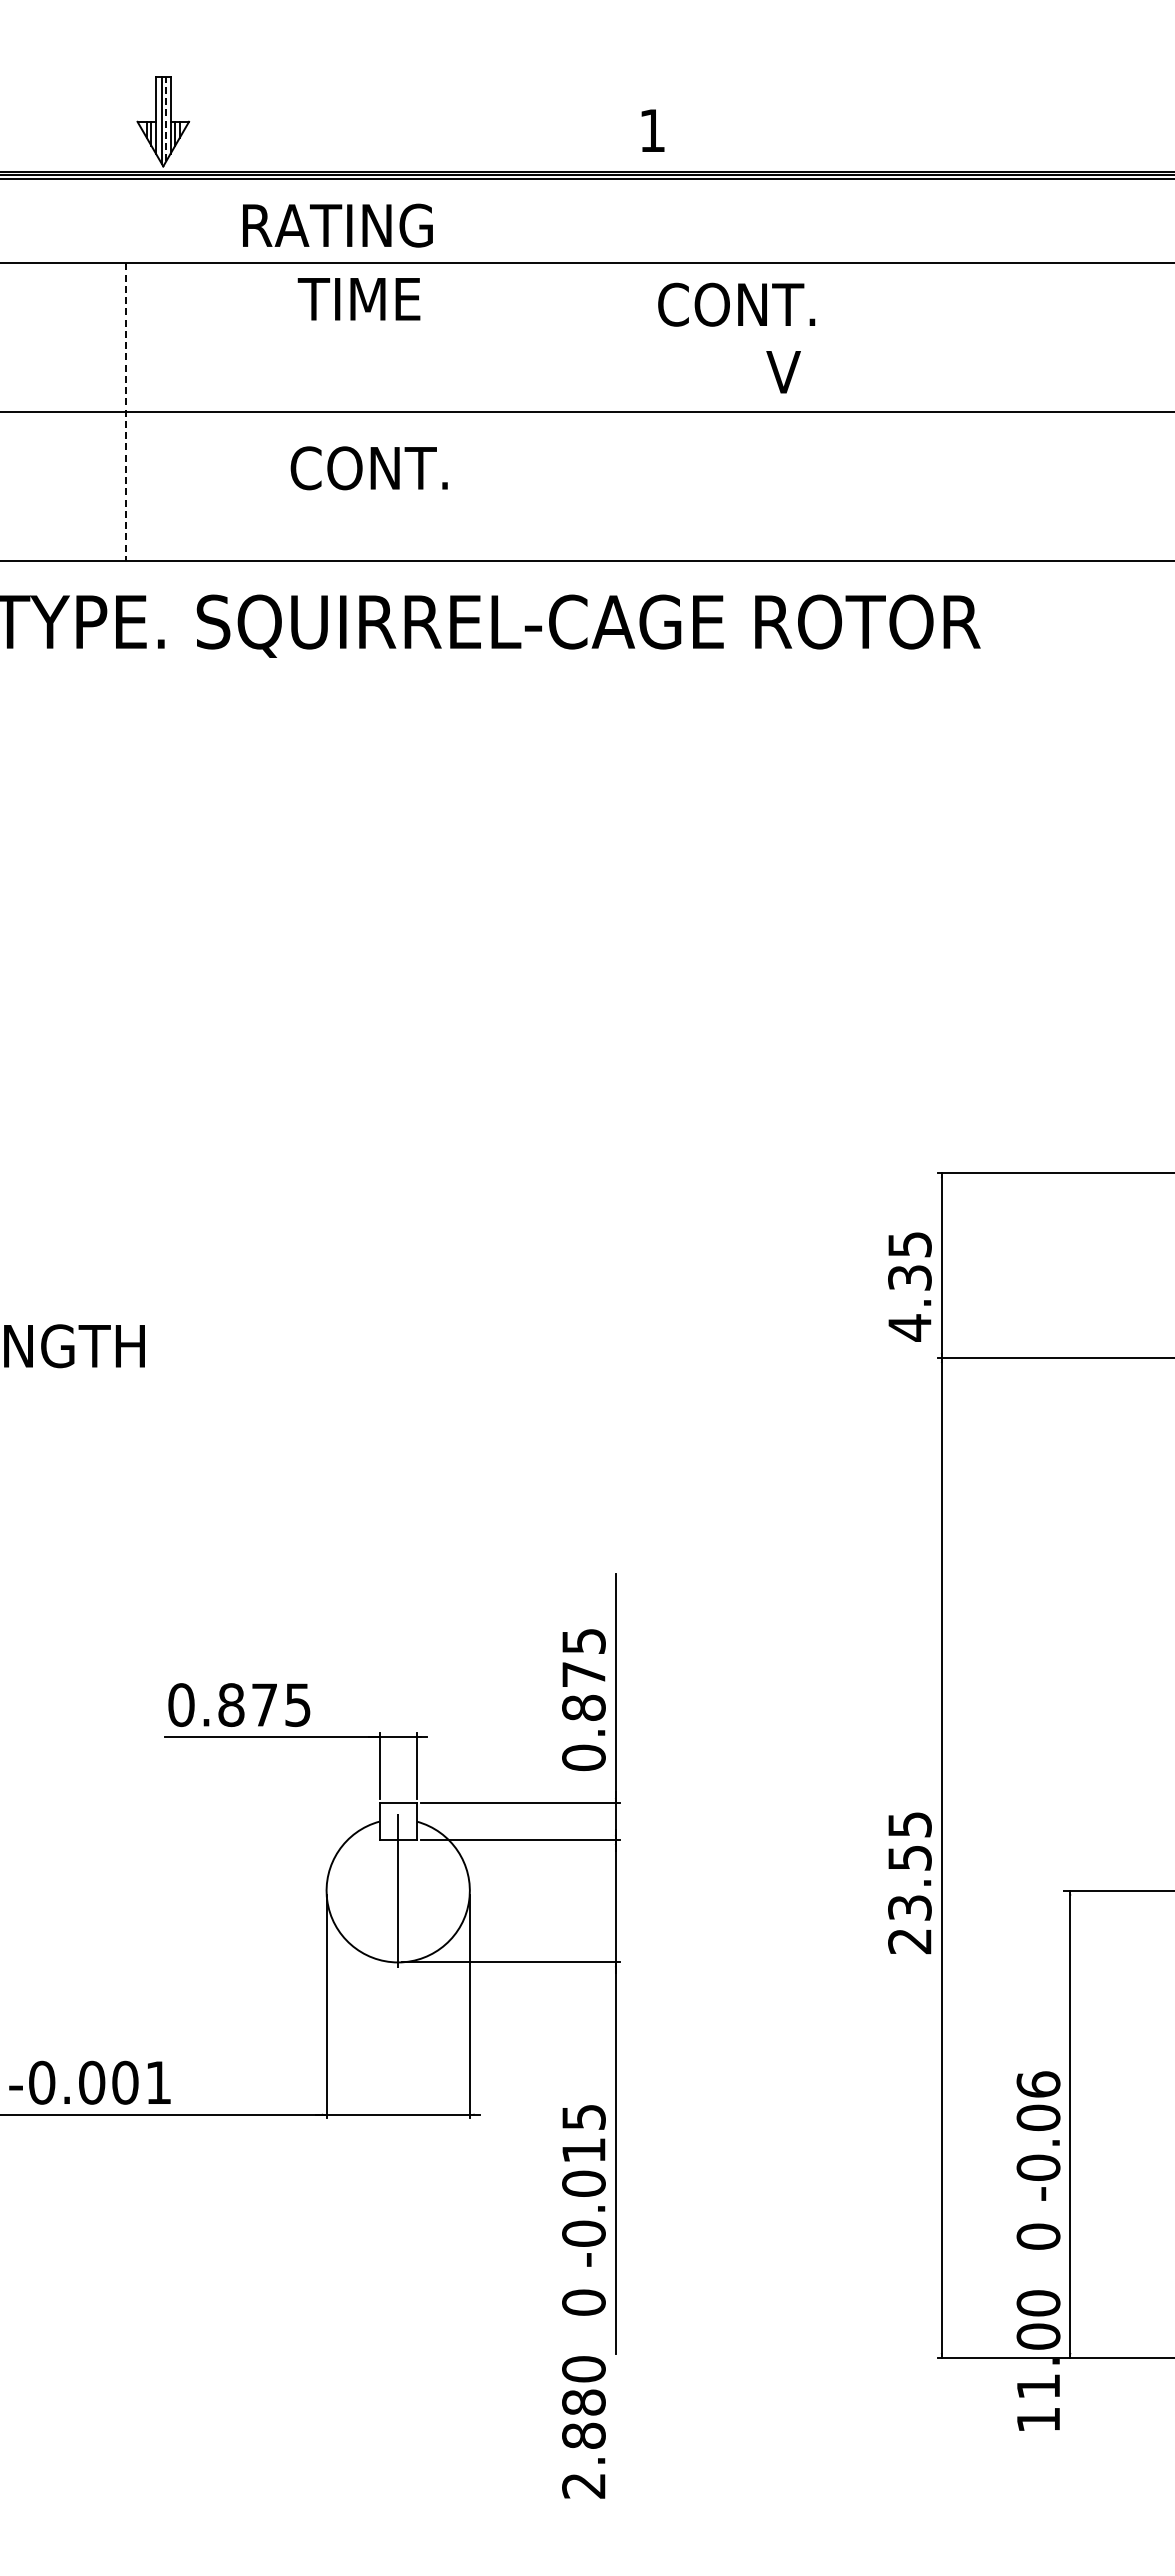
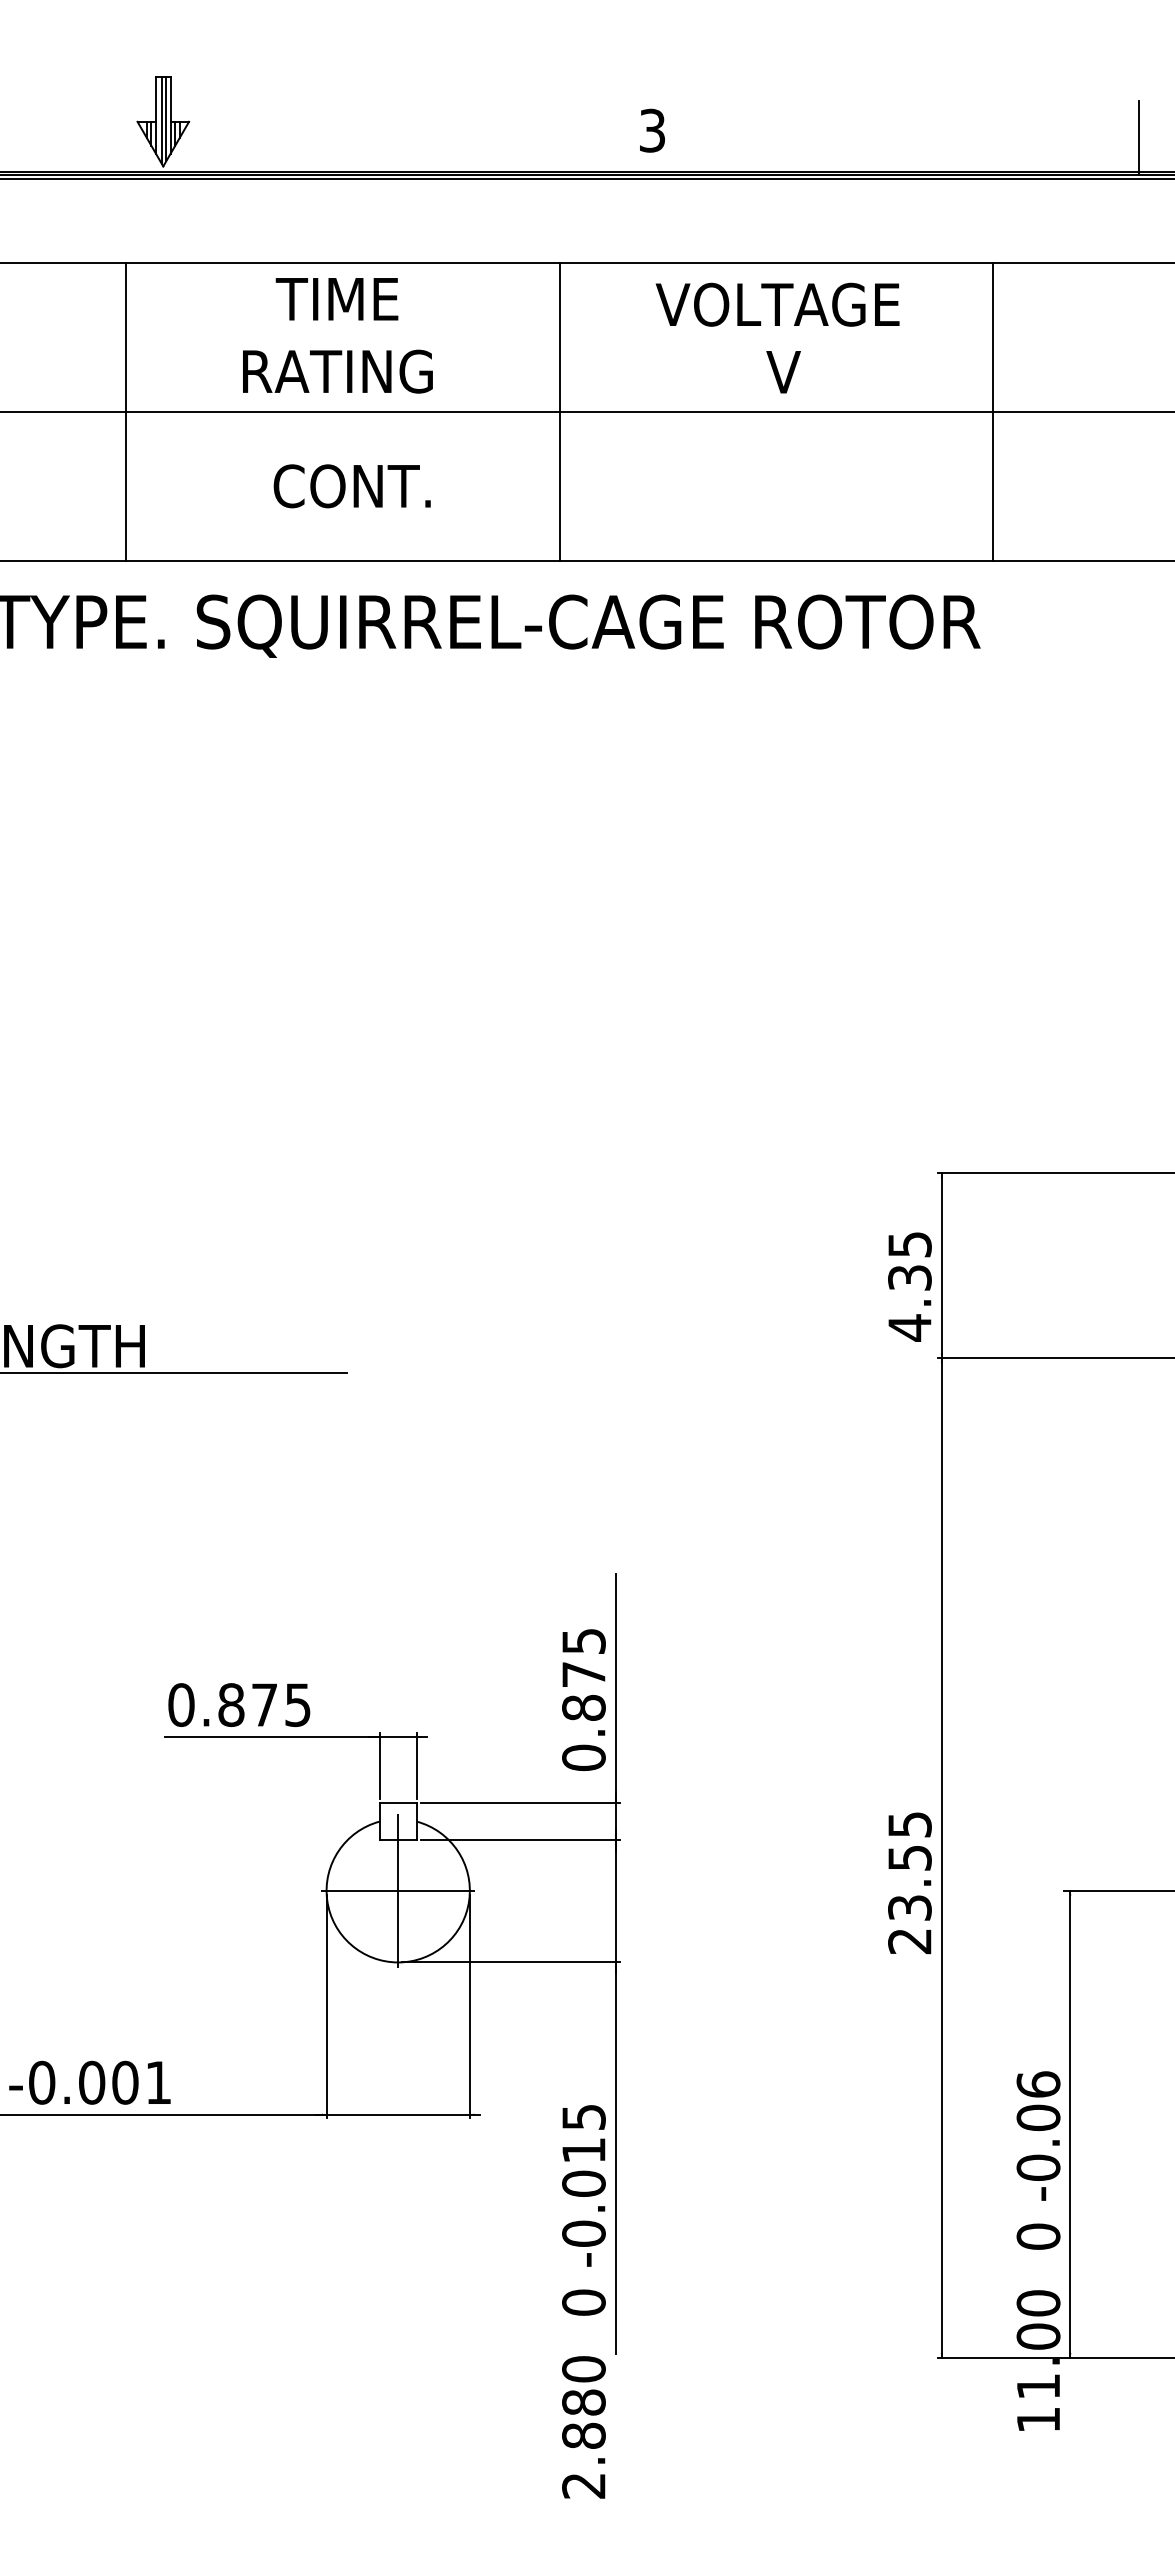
line at (166, 118): dashed -> solid
text at (652, 130): 1 -> 3
line at (1138, 138): none -> present
text at (337, 225) position: (337, 225) -> (337, 371)
text at (358, 299) position: (358, 299) -> (336, 299)
text at (777, 304): CONT. -> VOLTAGE
line at (126, 411): dashed -> solid
line at (559, 411): none -> present
line at (993, 411): none -> present
text at (368, 468) position: (368, 468) -> (351, 486)
line at (174, 1373): none -> present
line at (398, 1890): none -> present
